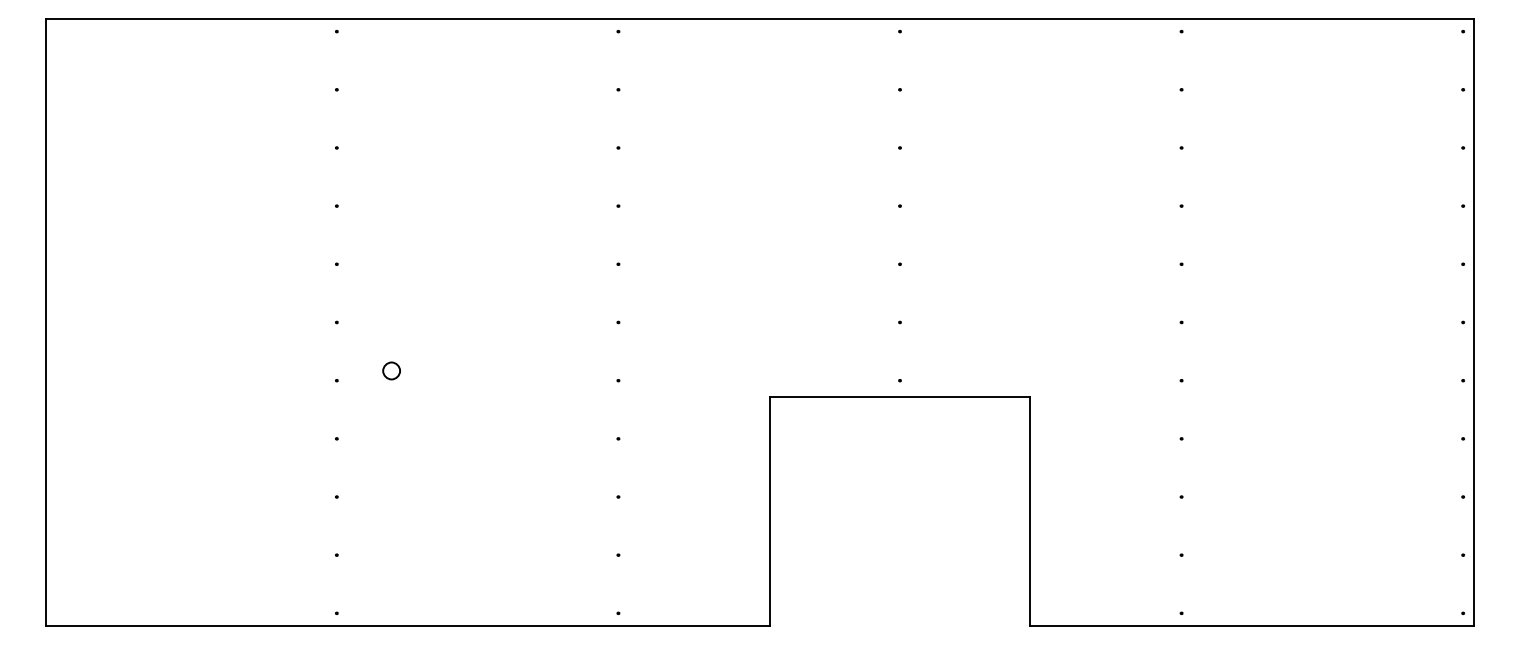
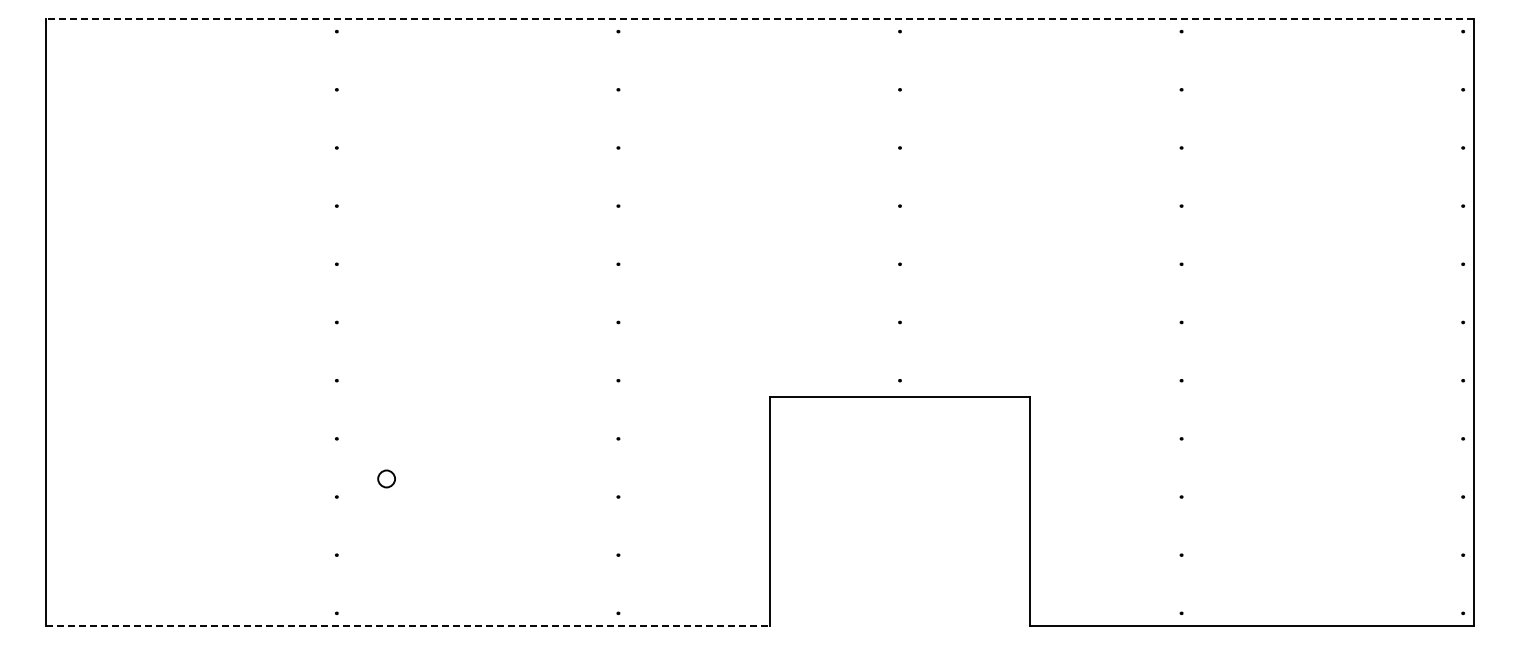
line at (759, 19): solid -> dashed
part at (391, 370) position: (391, 370) -> (386, 478)
line at (408, 625): solid -> dashed
